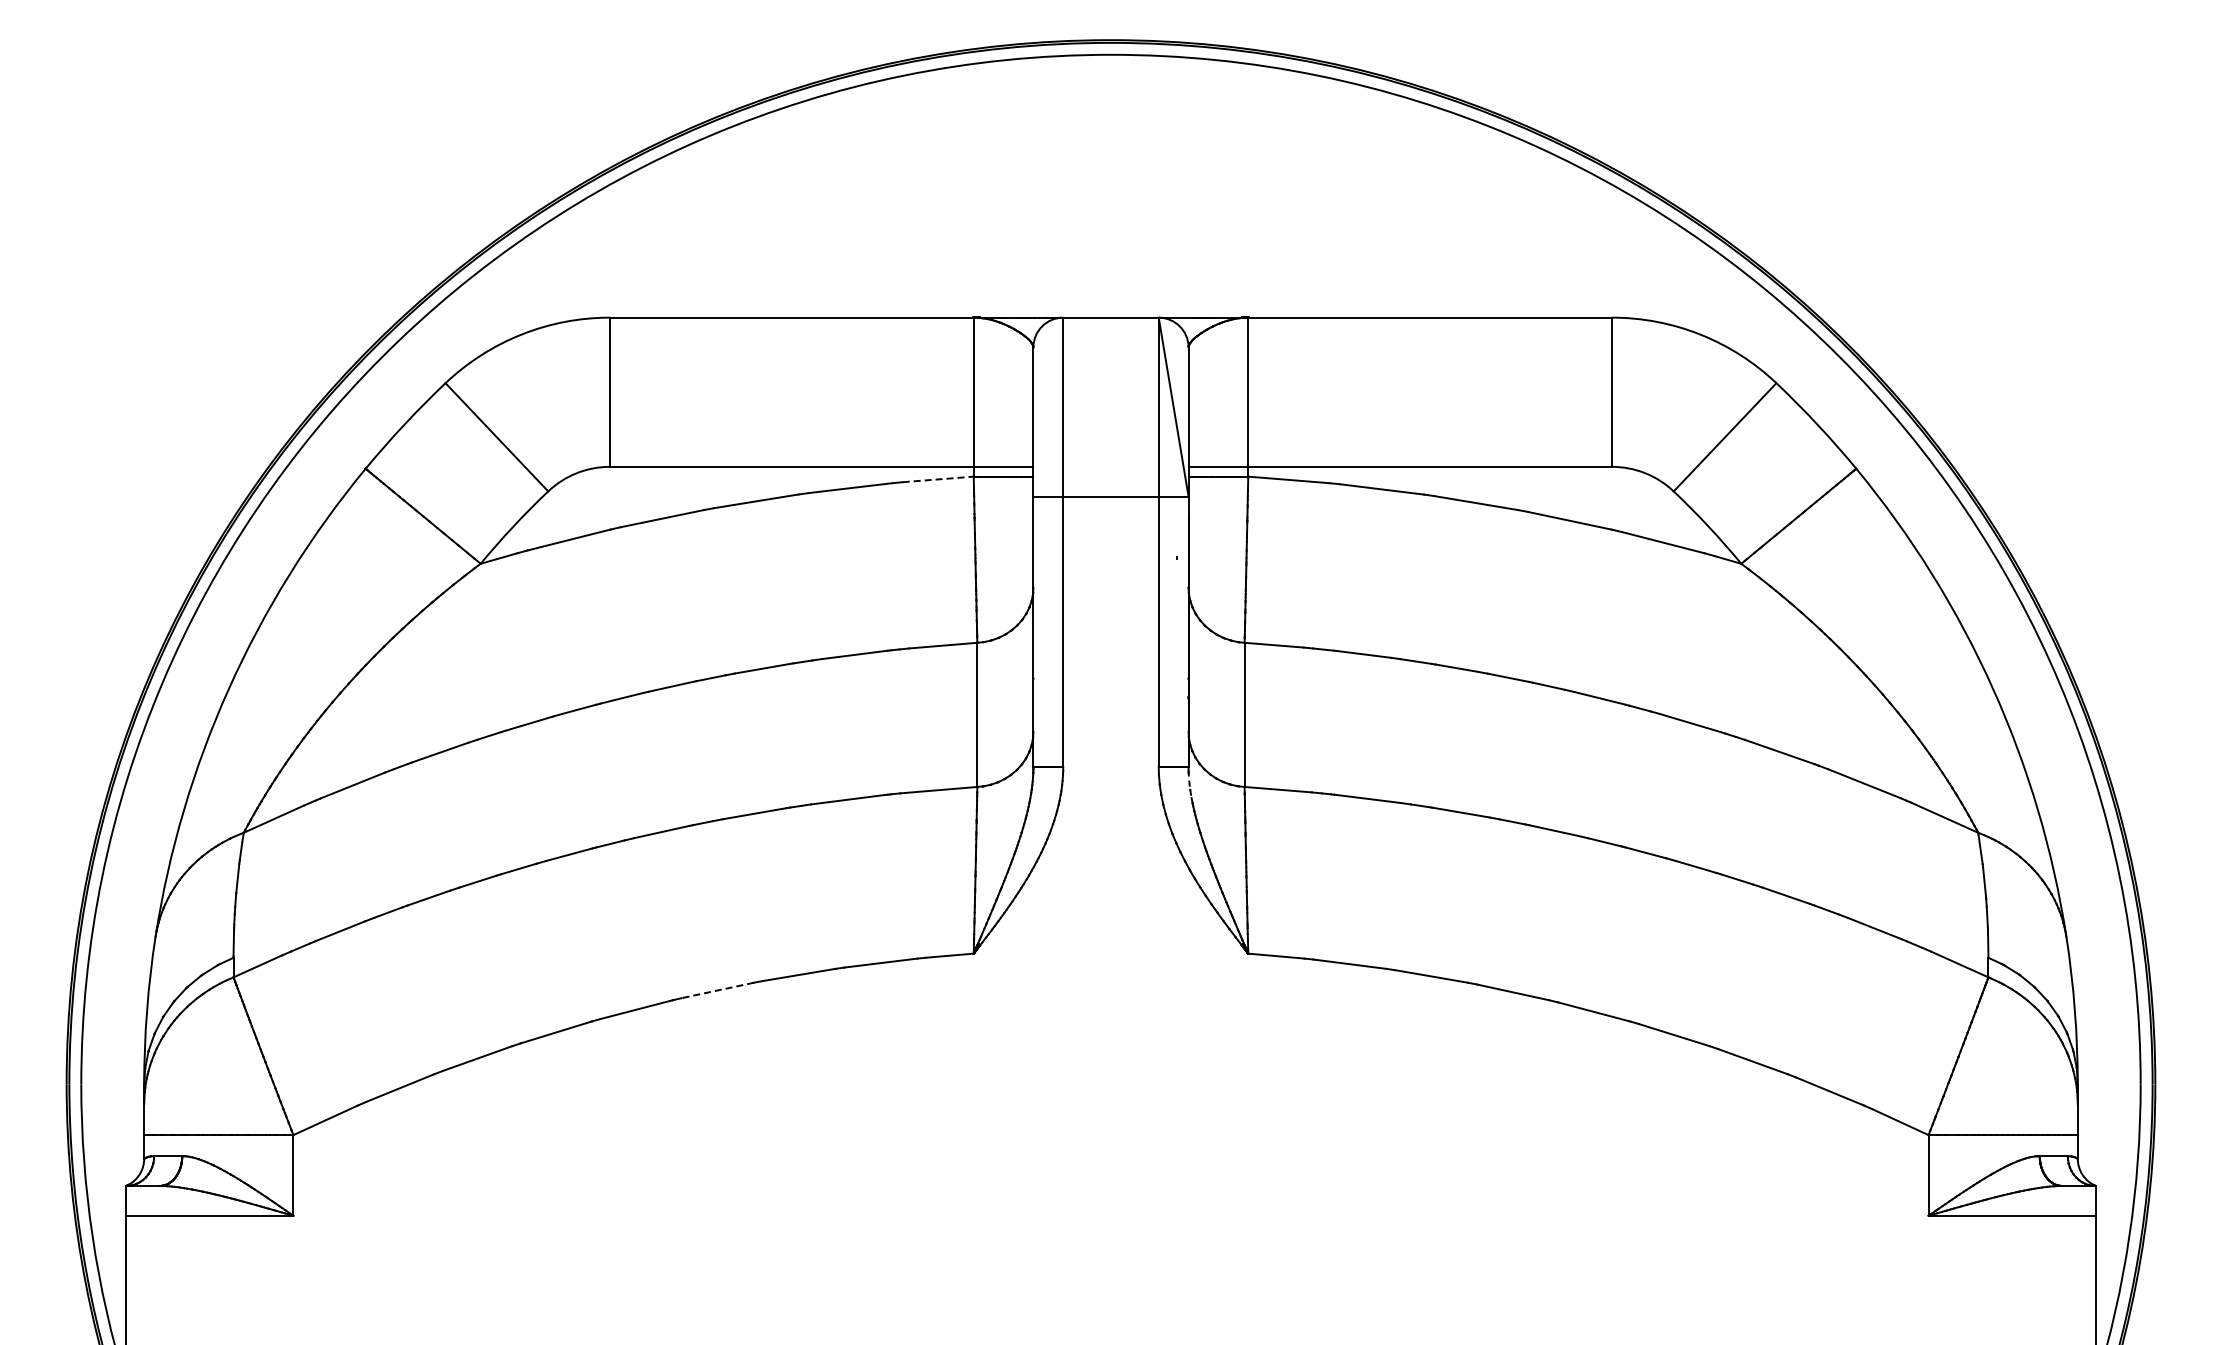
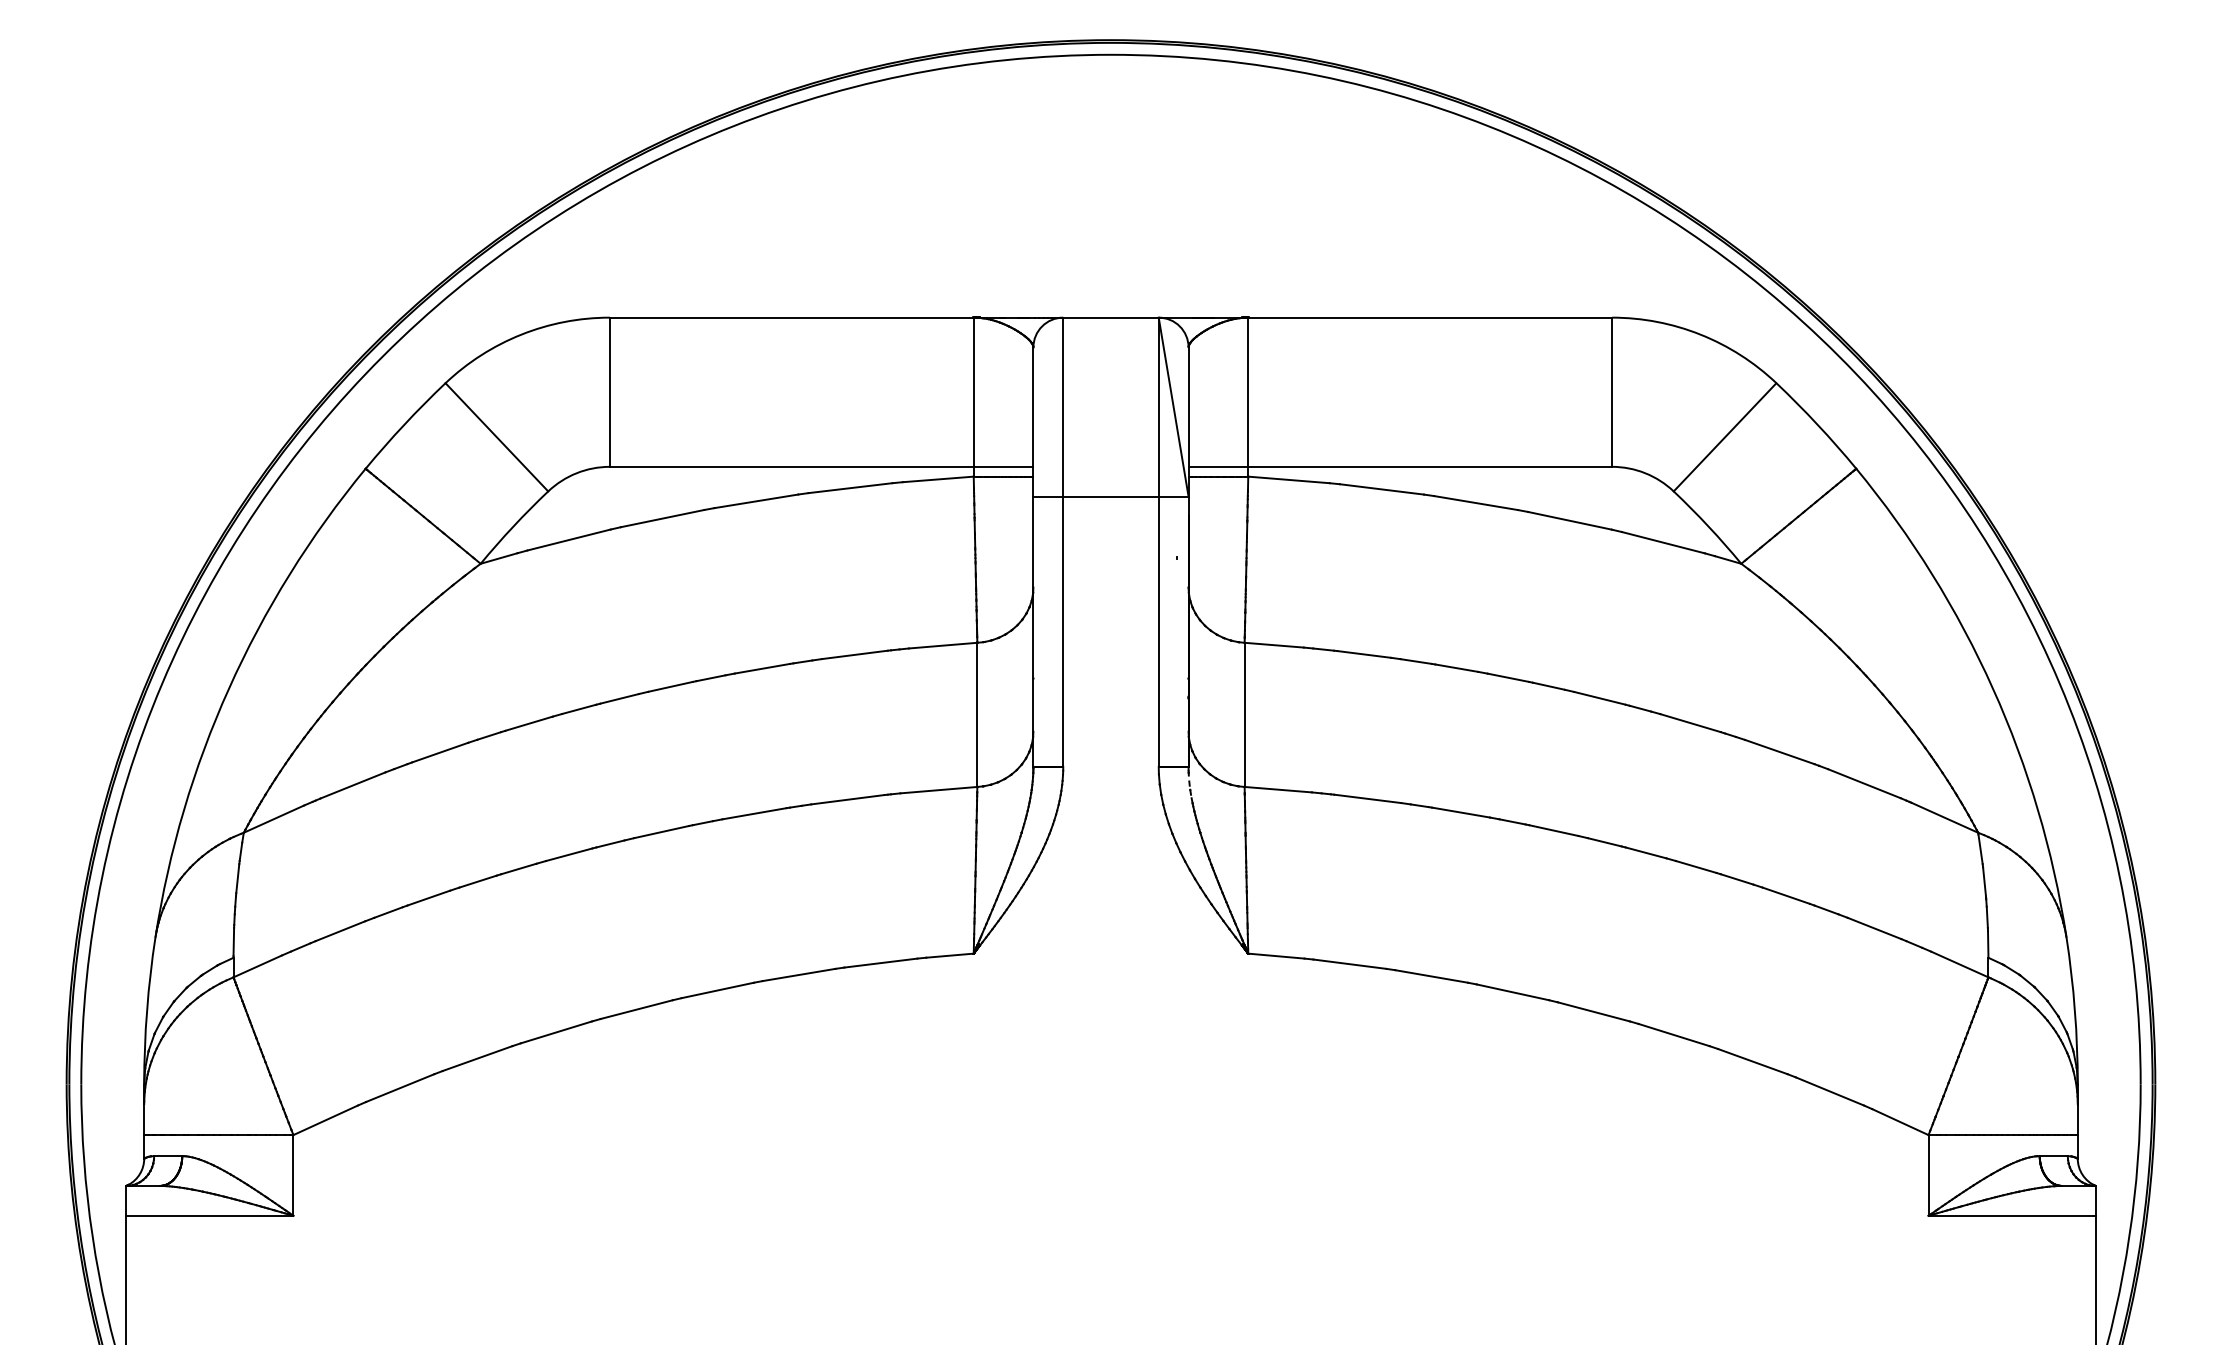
line at (938, 479): dashed -> solid
line at (717, 990): dashed -> solid
